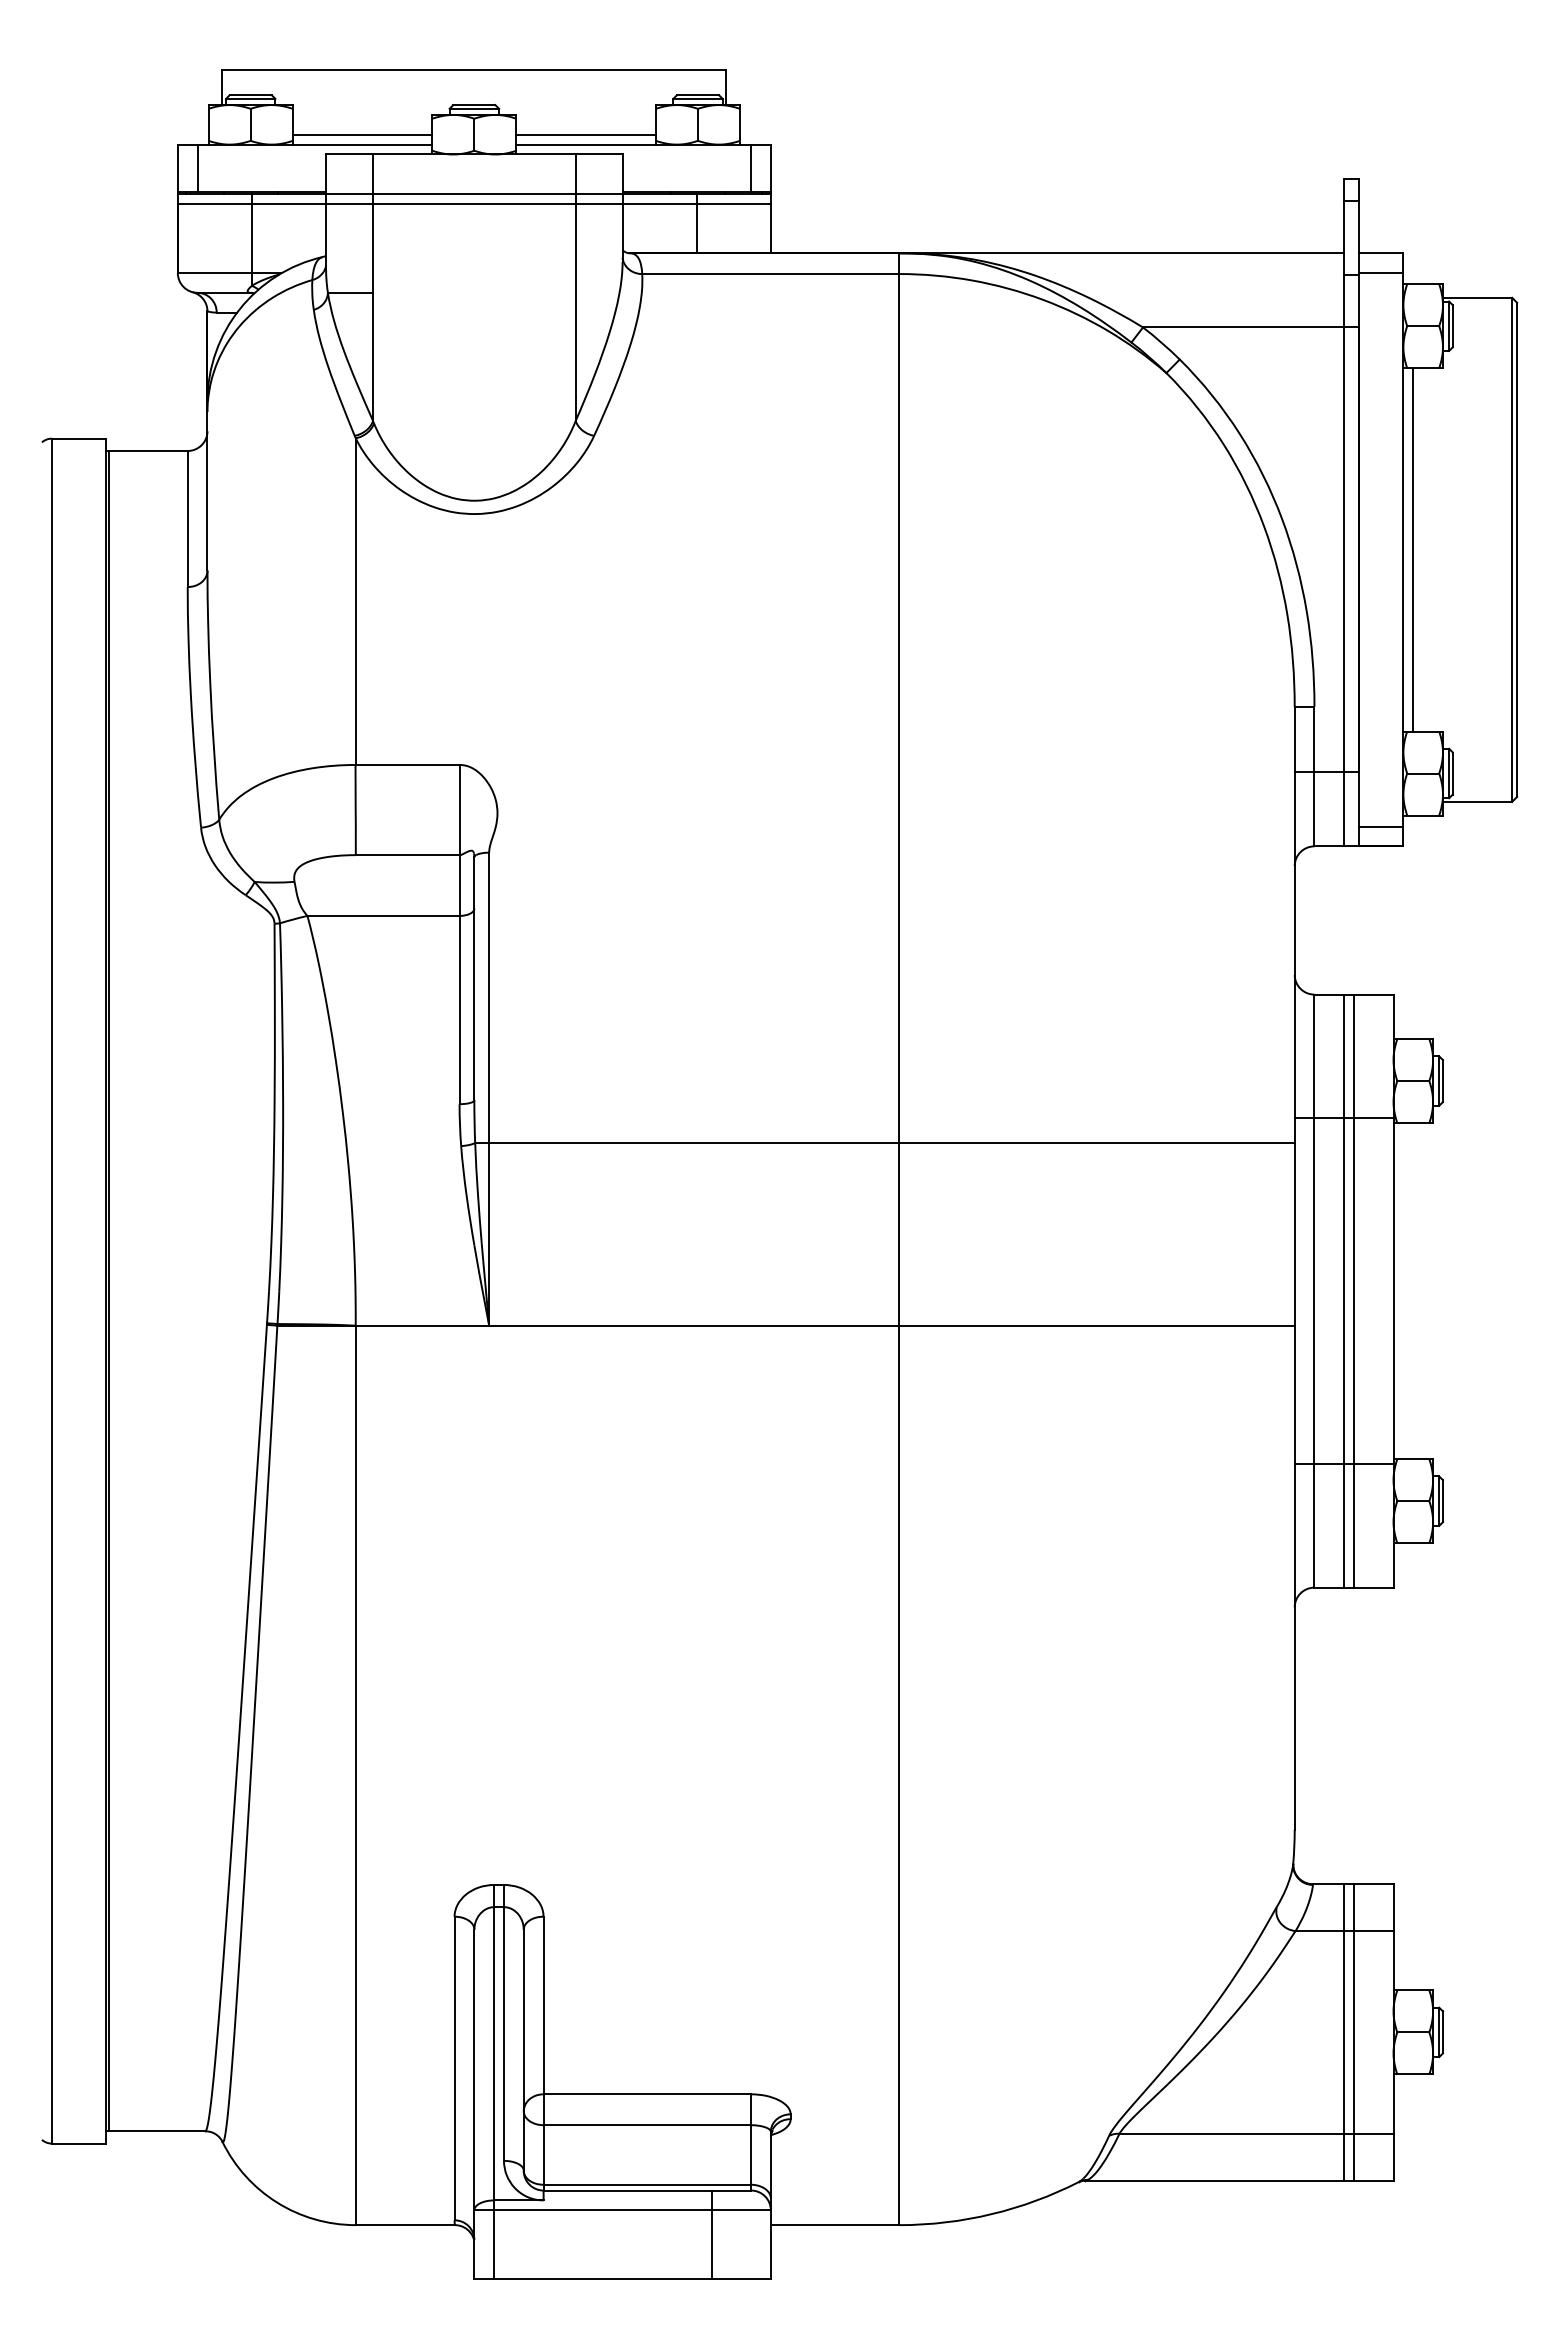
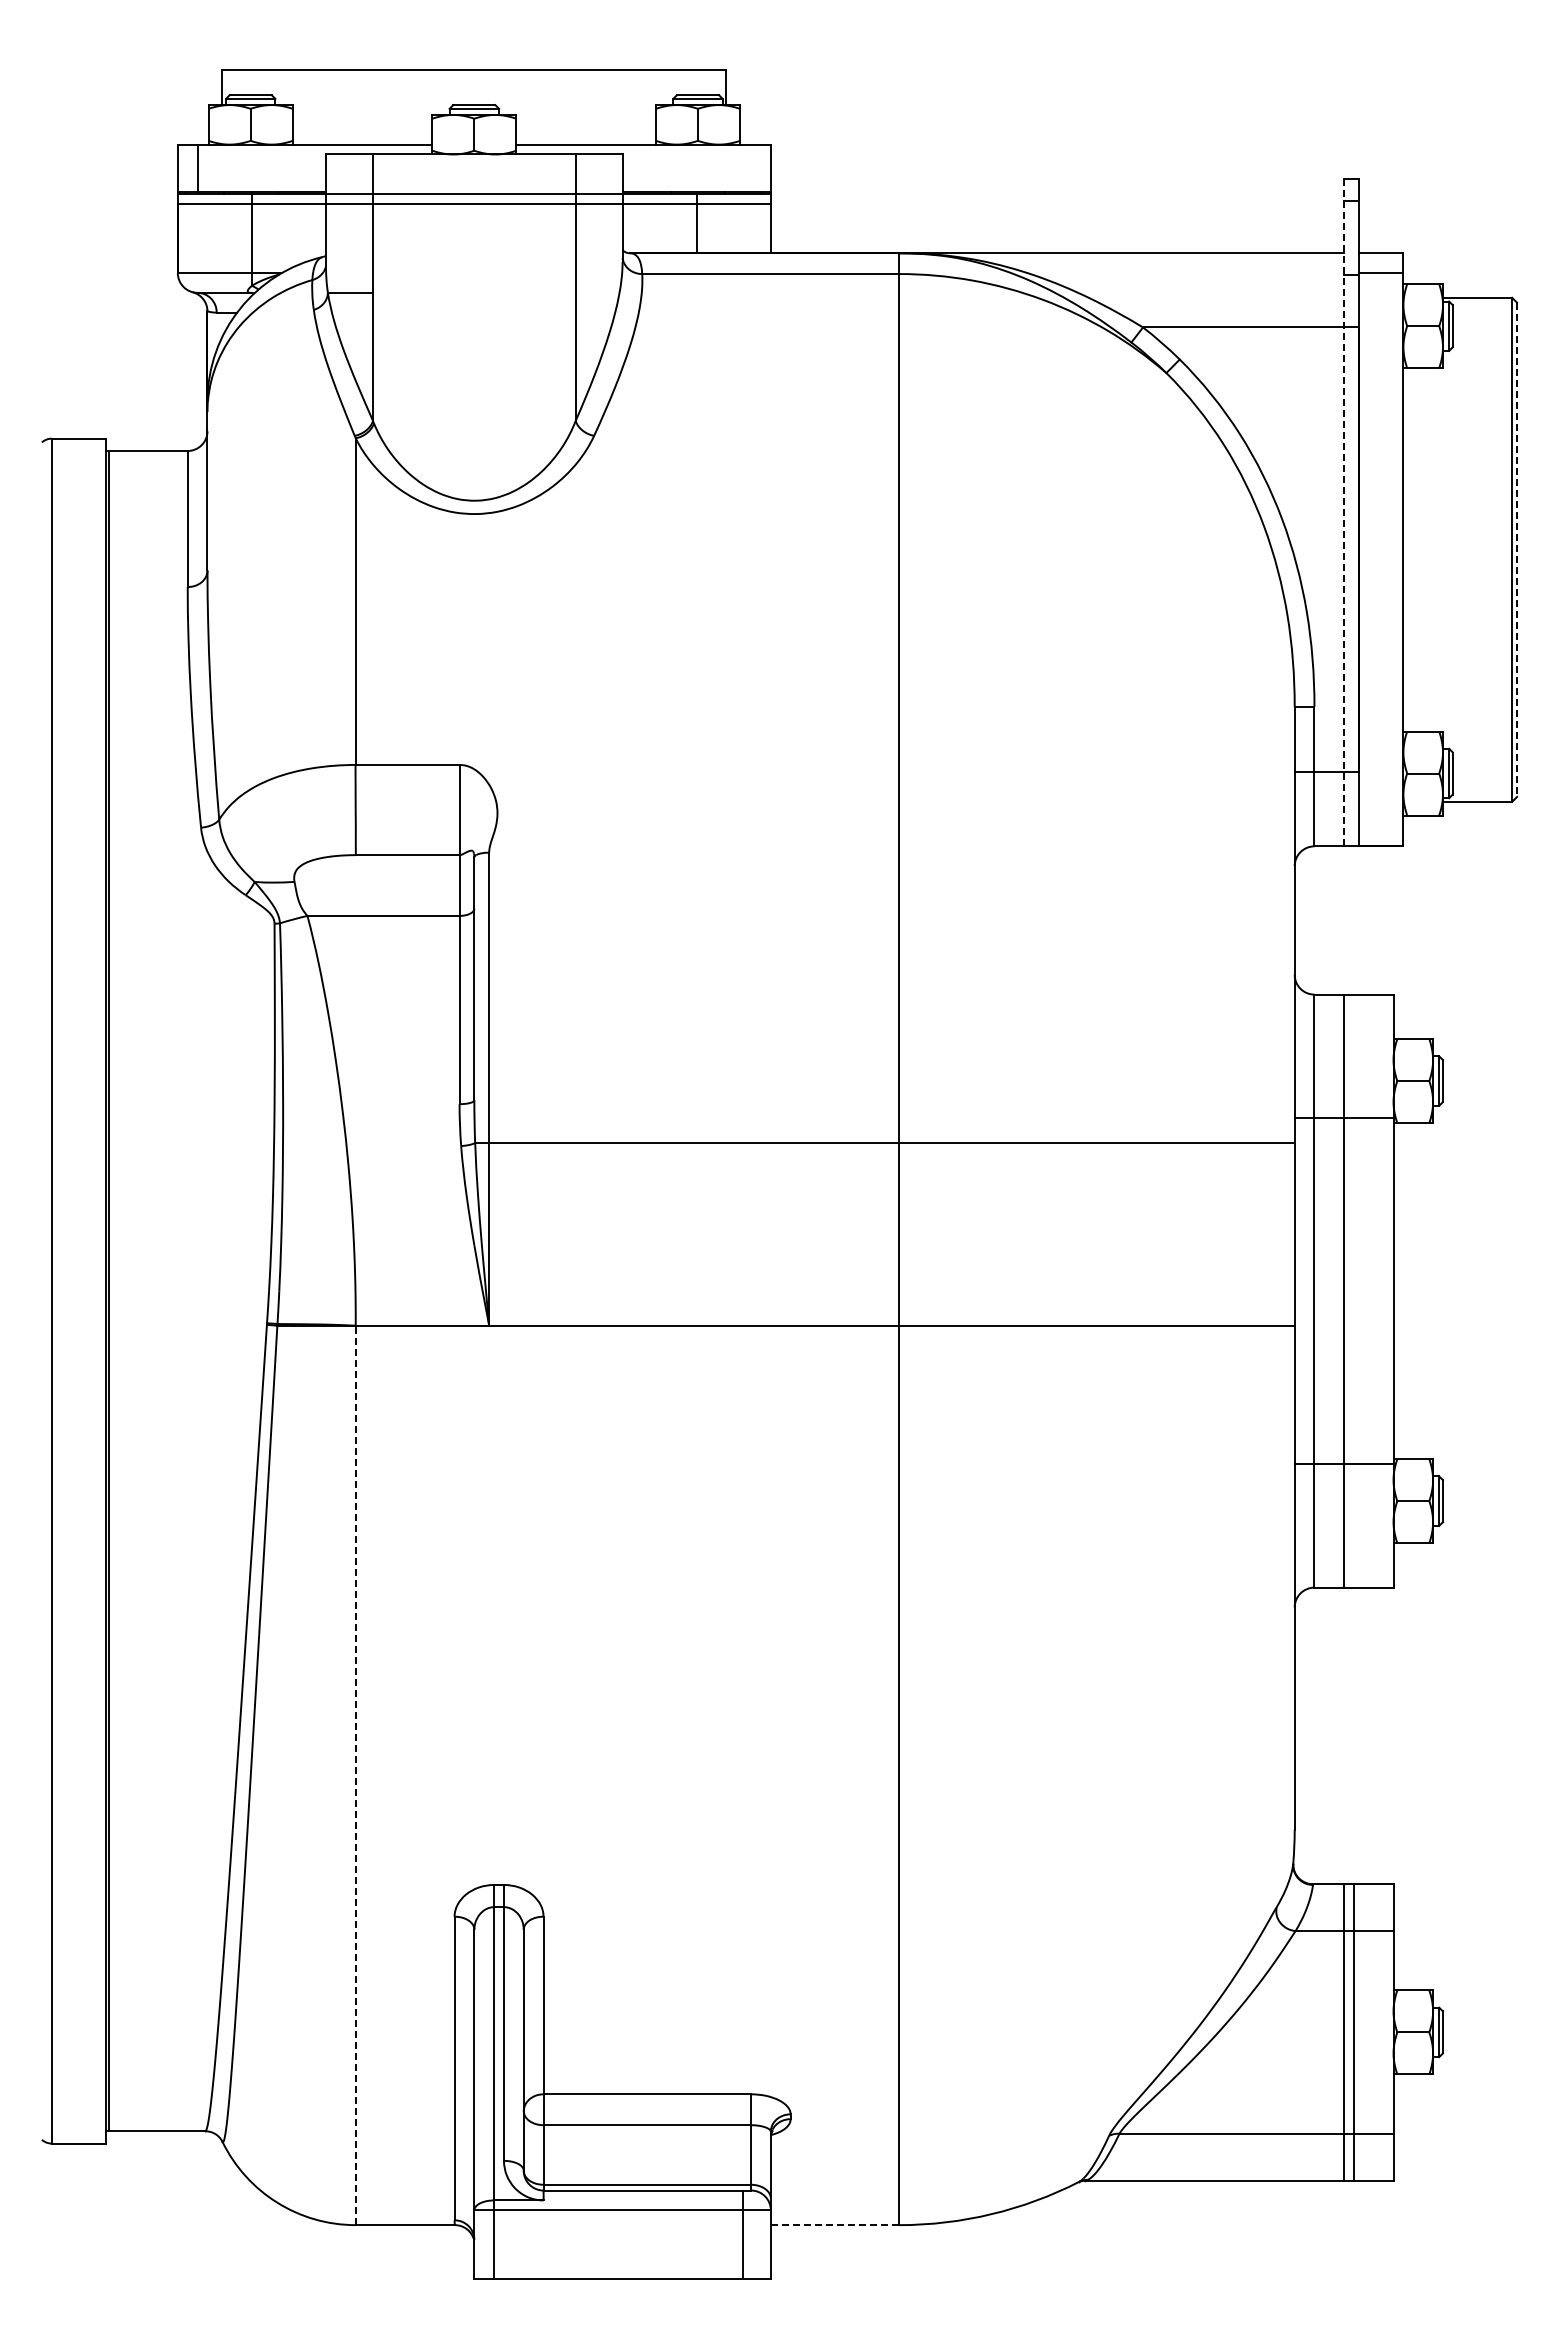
line at (362, 134): present -> none
line at (586, 134): present -> none
line at (751, 167): present -> none
line at (1344, 512): solid -> dashed
line at (1413, 549): present -> none
line at (1517, 550): solid -> dashed
line at (1380, 826): present -> none
line at (1354, 1290): present -> none
line at (355, 1775): solid -> dashed
line at (835, 2225): solid -> dashed
line at (711, 2234) position: (711, 2234) -> (742, 2234)
